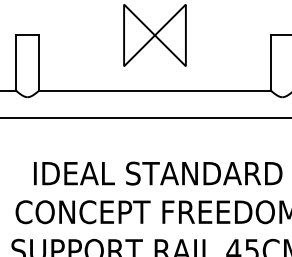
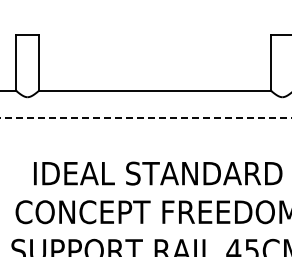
part at (154, 35): present -> none
line at (146, 117): solid -> dashed
